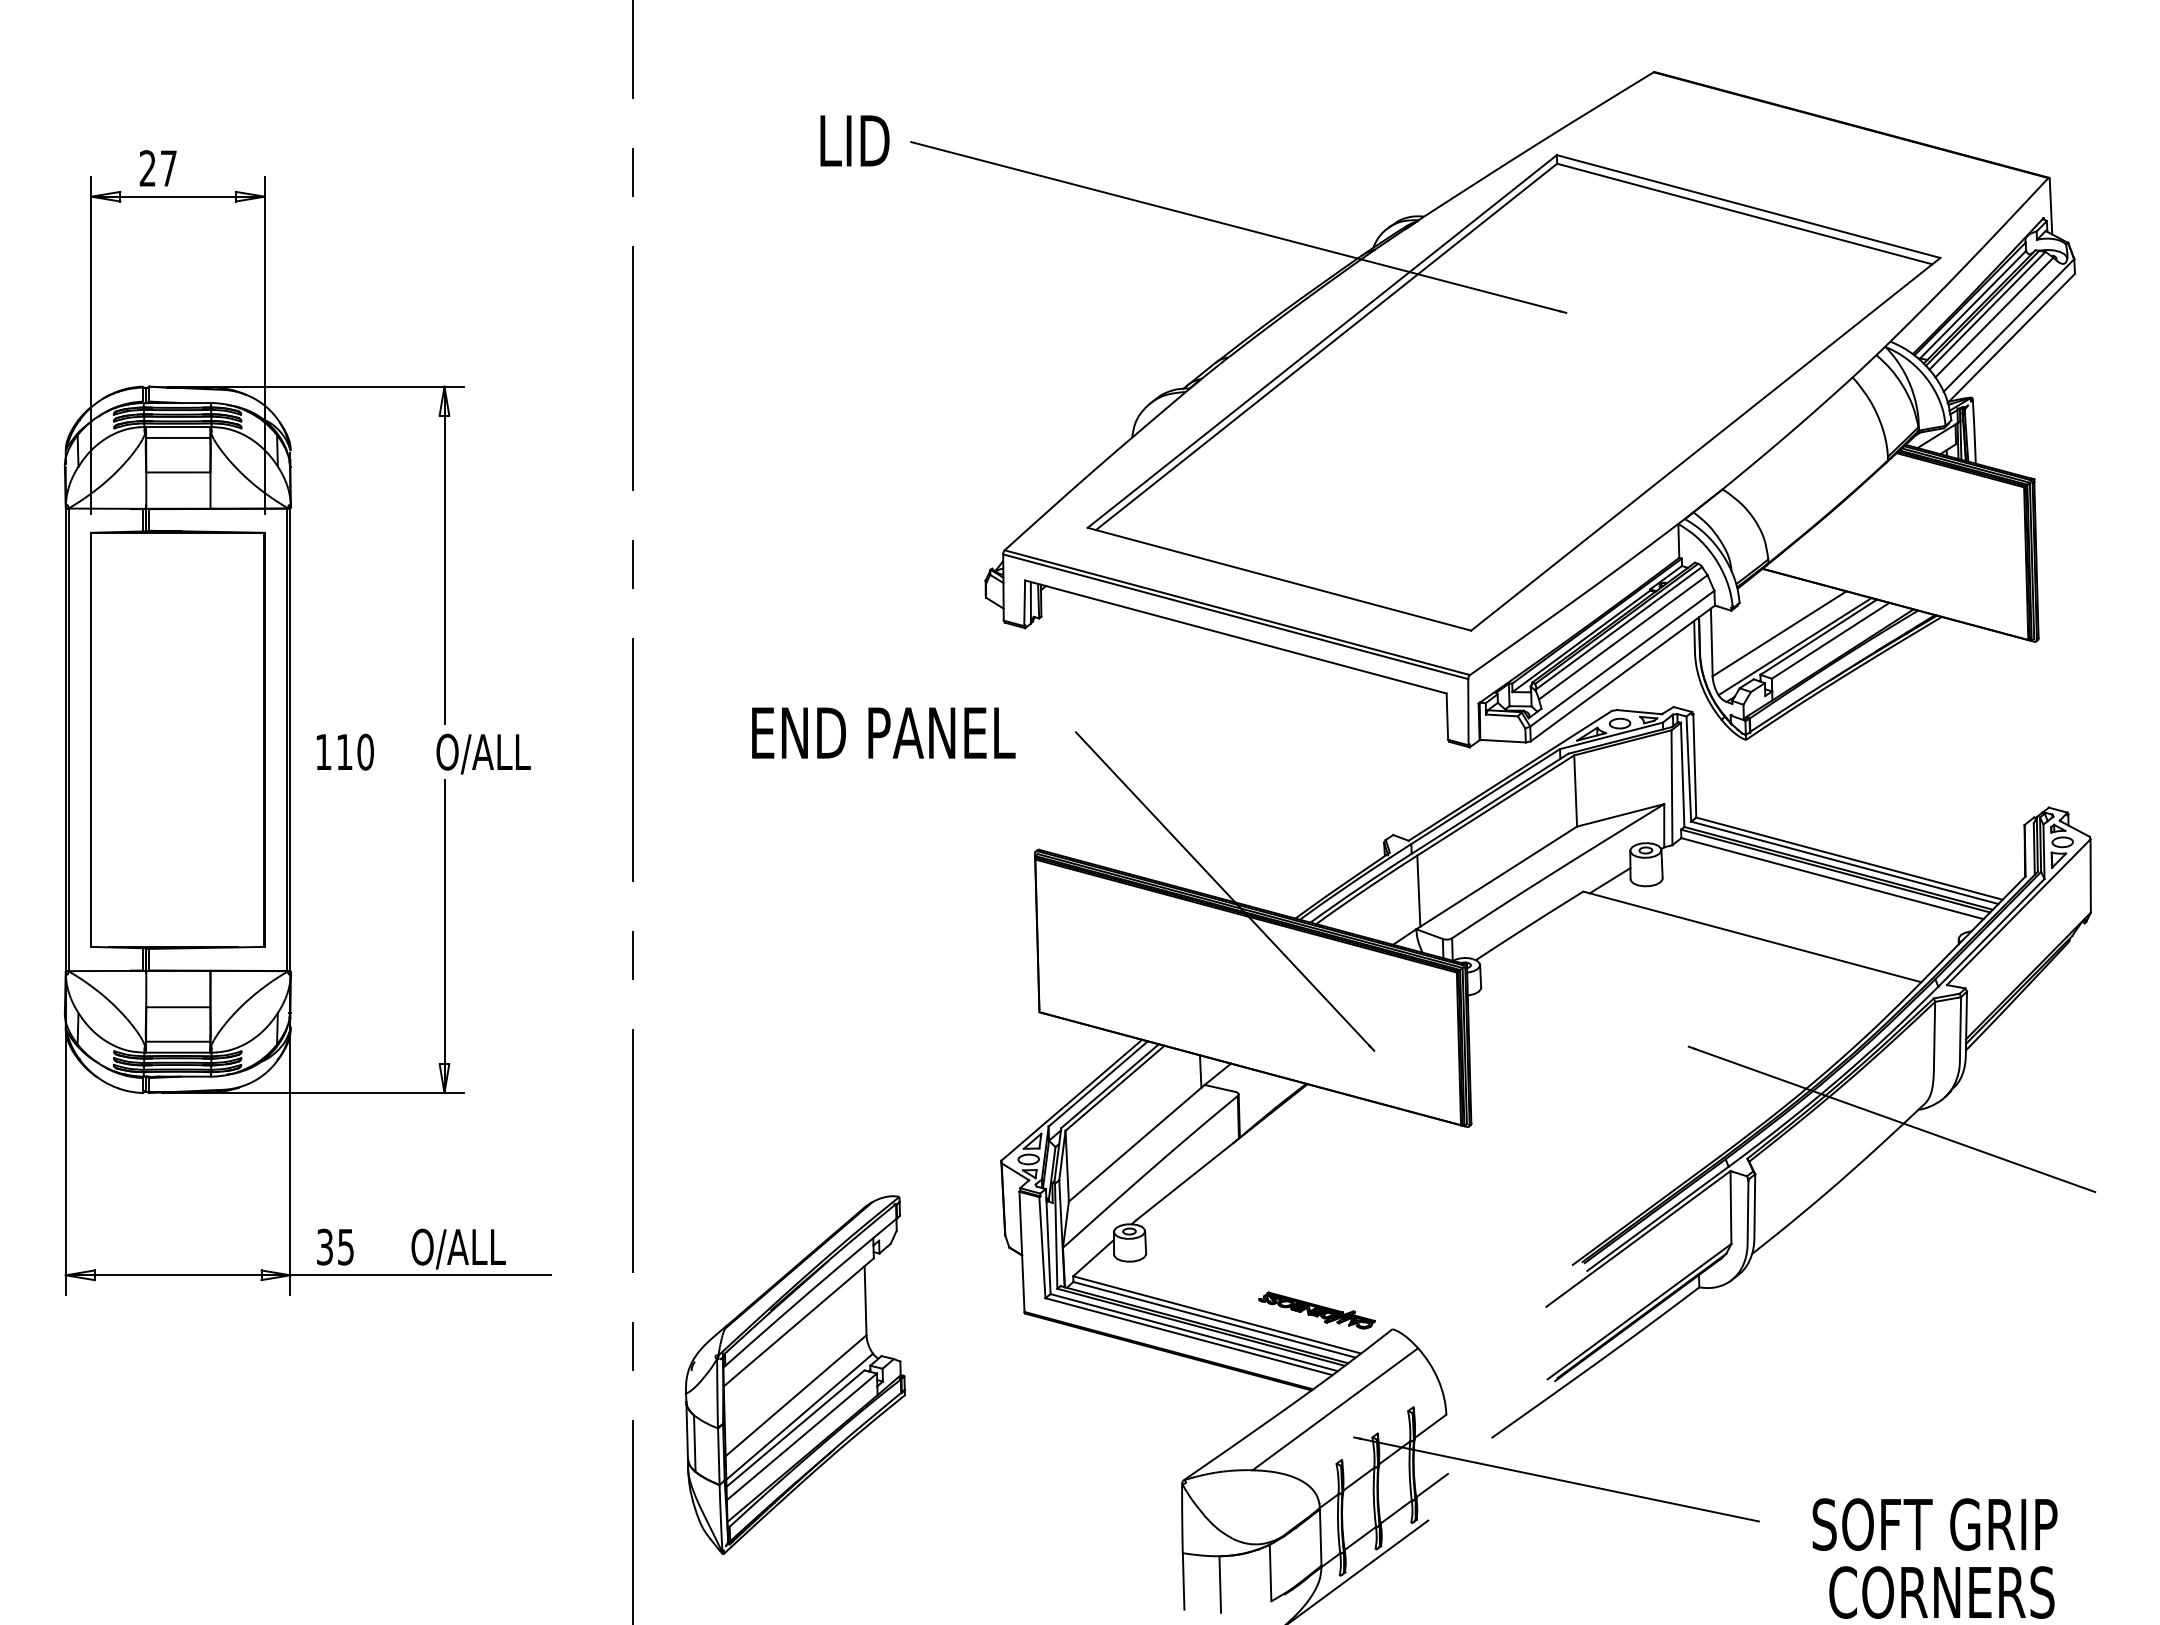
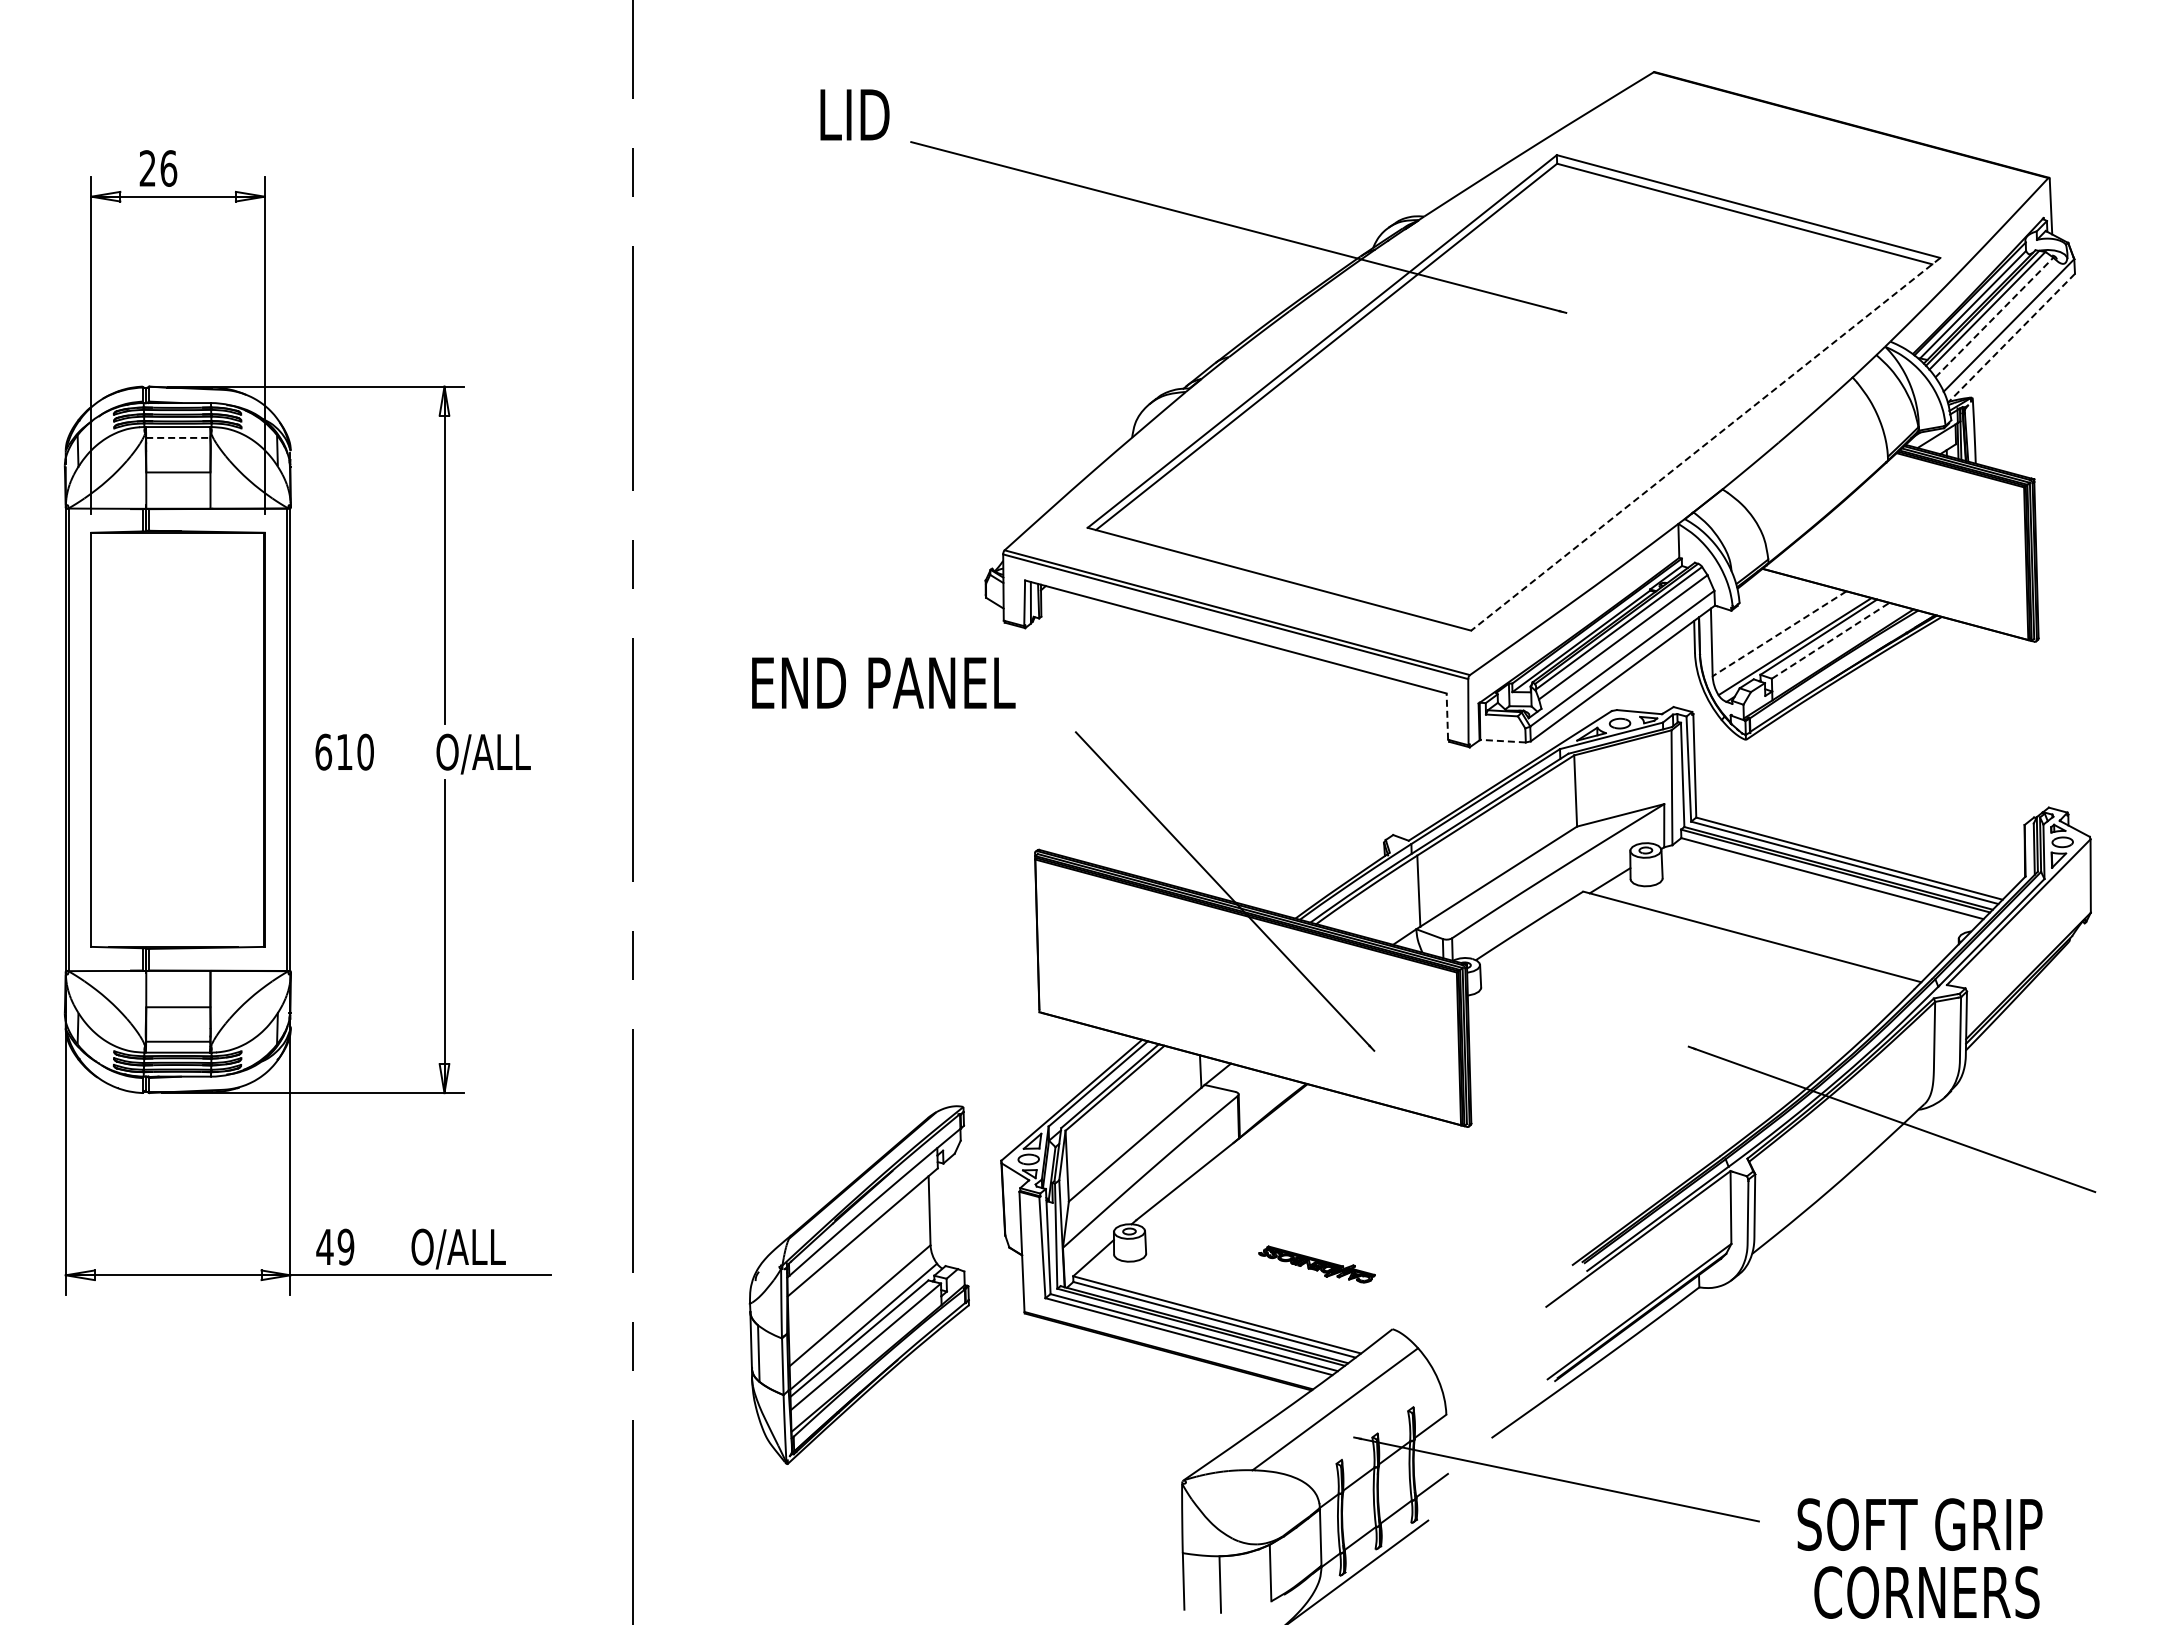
text at (854, 140) position: (854, 140) -> (854, 114)
text at (168, 168): 27 -> 26
line at (1994, 317): solid -> dashed
line at (2011, 338): solid -> dashed
line at (178, 437): solid -> dashed
line at (1705, 444): solid -> dashed
line at (1779, 634): solid -> dashed
line at (1830, 640): solid -> dashed
line at (1447, 716): solid -> dashed
text at (883, 732) position: (883, 732) -> (883, 682)
line at (1503, 741): solid -> dashed
text at (323, 751): 110 -> 610
text at (335, 1246): 35 -> 49
part at (1316, 1310) position: (1316, 1310) -> (1316, 1264)
part at (794, 1374) position: (794, 1374) -> (858, 1284)
text at (1934, 1558) position: (1934, 1558) -> (1919, 1558)
